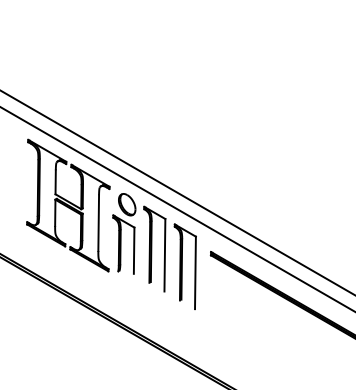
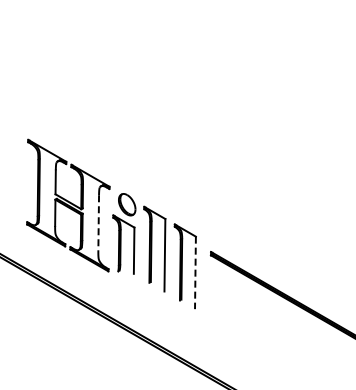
line at (177, 192): present -> none
line at (177, 209): present -> none
line at (98, 223): solid -> dashed
line at (195, 273): solid -> dashed
